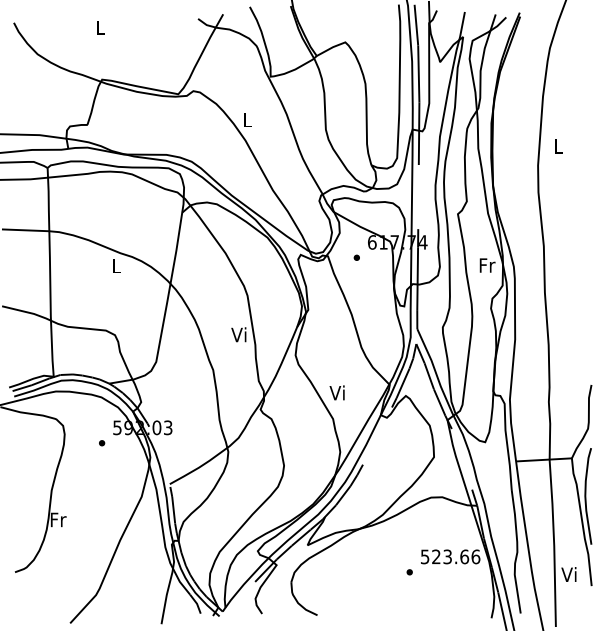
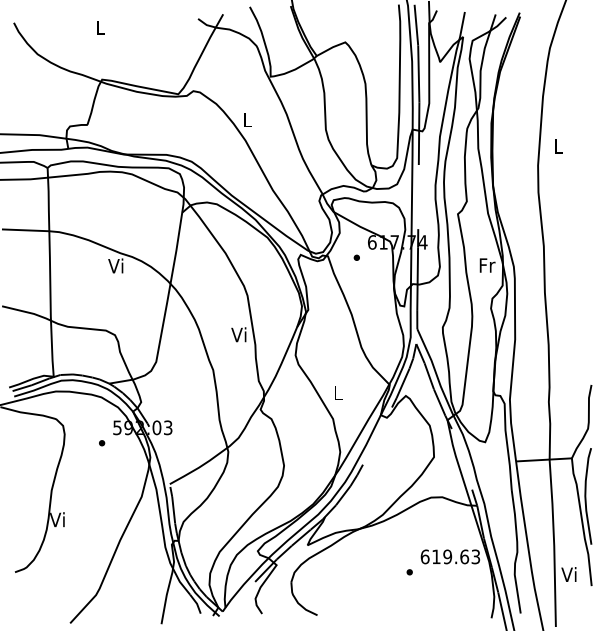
text at (115, 265): L -> Vi
text at (336, 392): Vi -> L
text at (58, 519): Fr -> Vi
text at (450, 556): 523.66 -> 619.63
